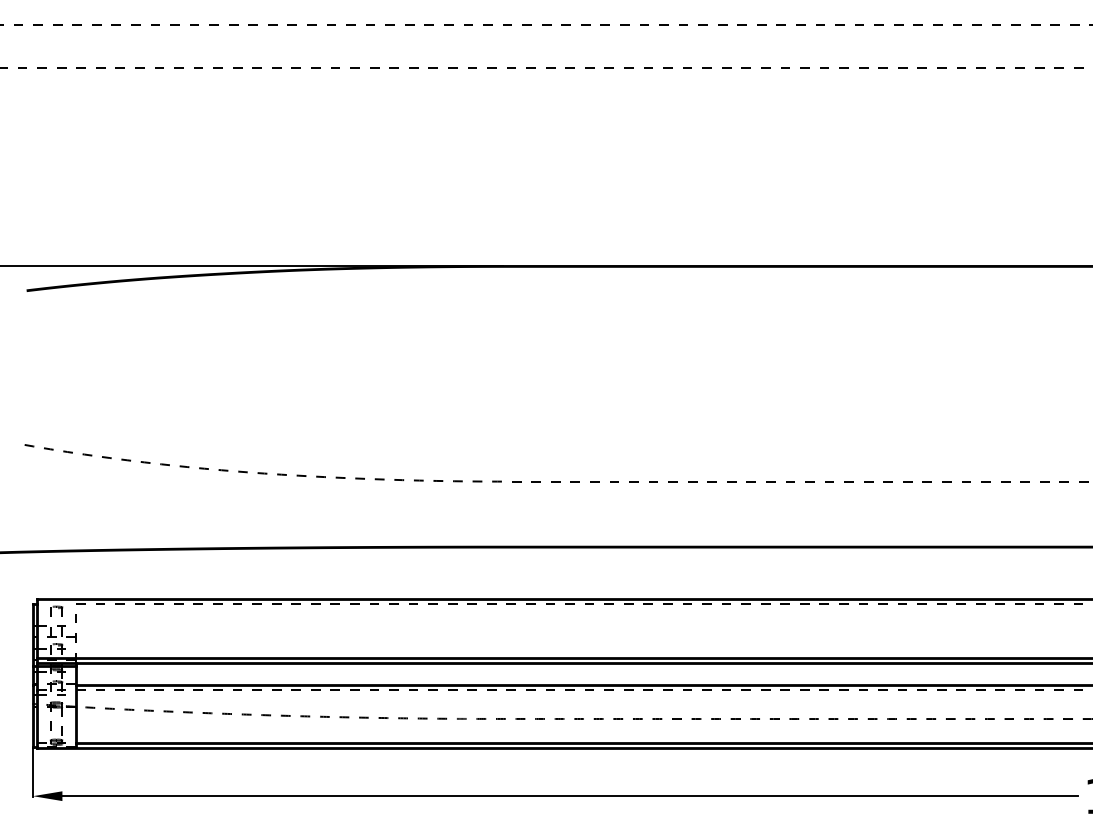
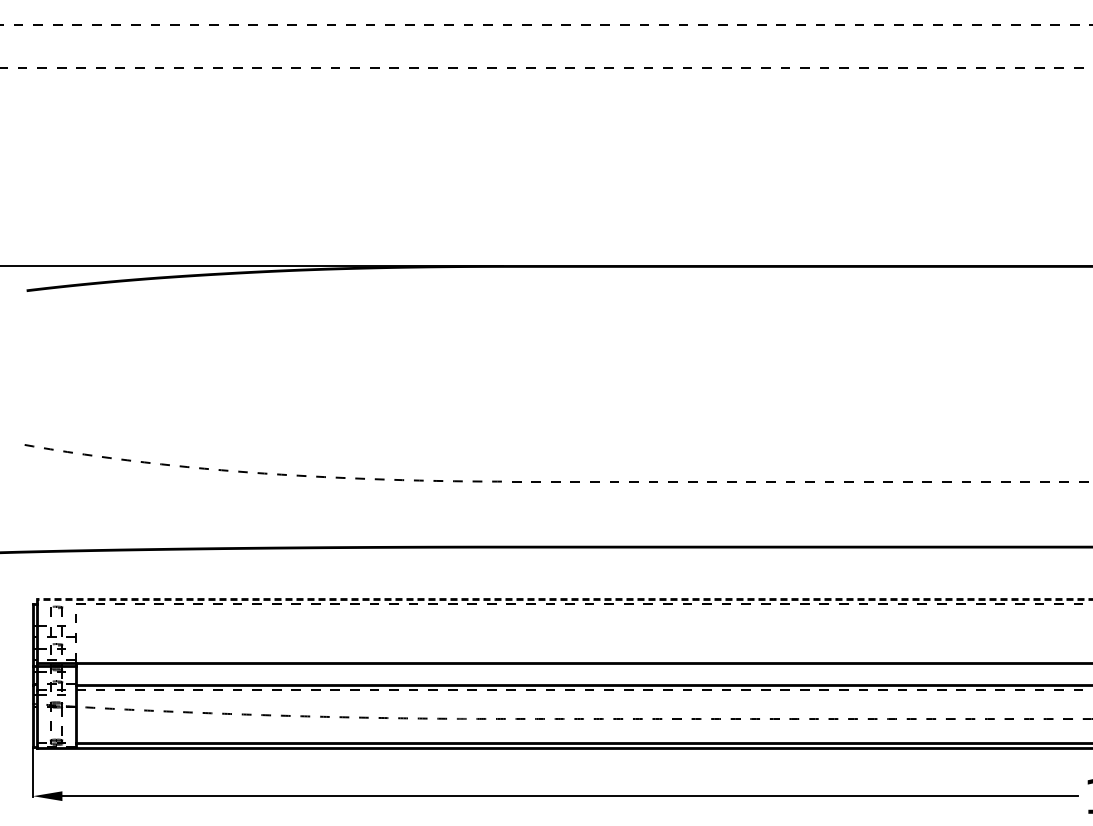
line at (564, 599): solid -> dashed
line at (562, 657): present -> none
